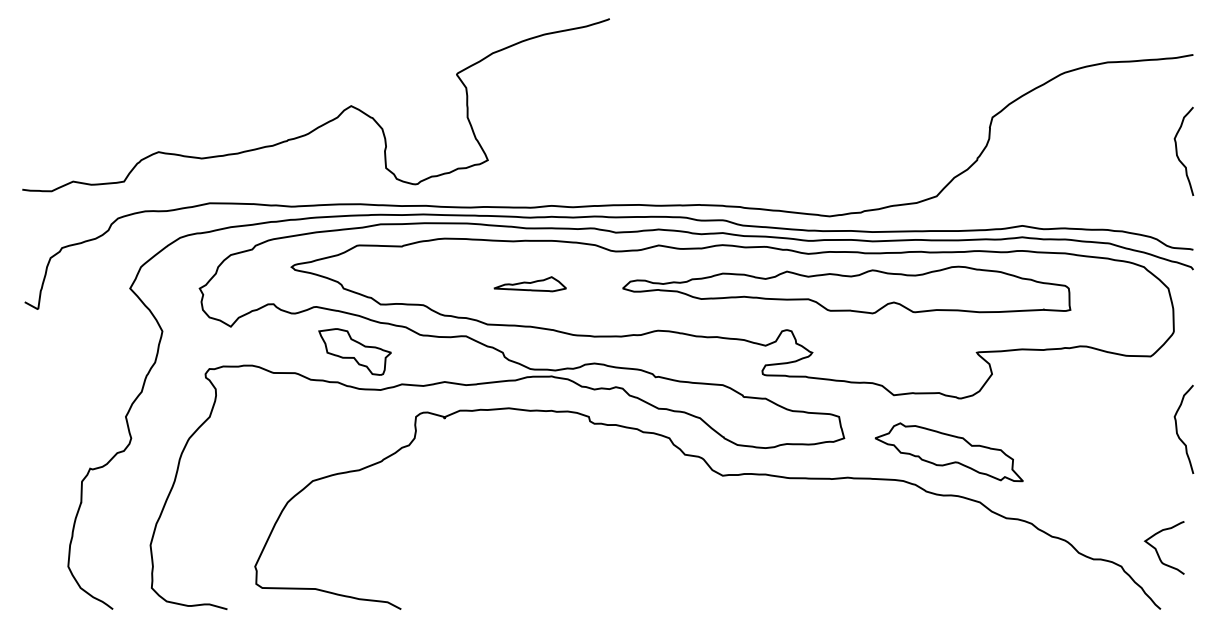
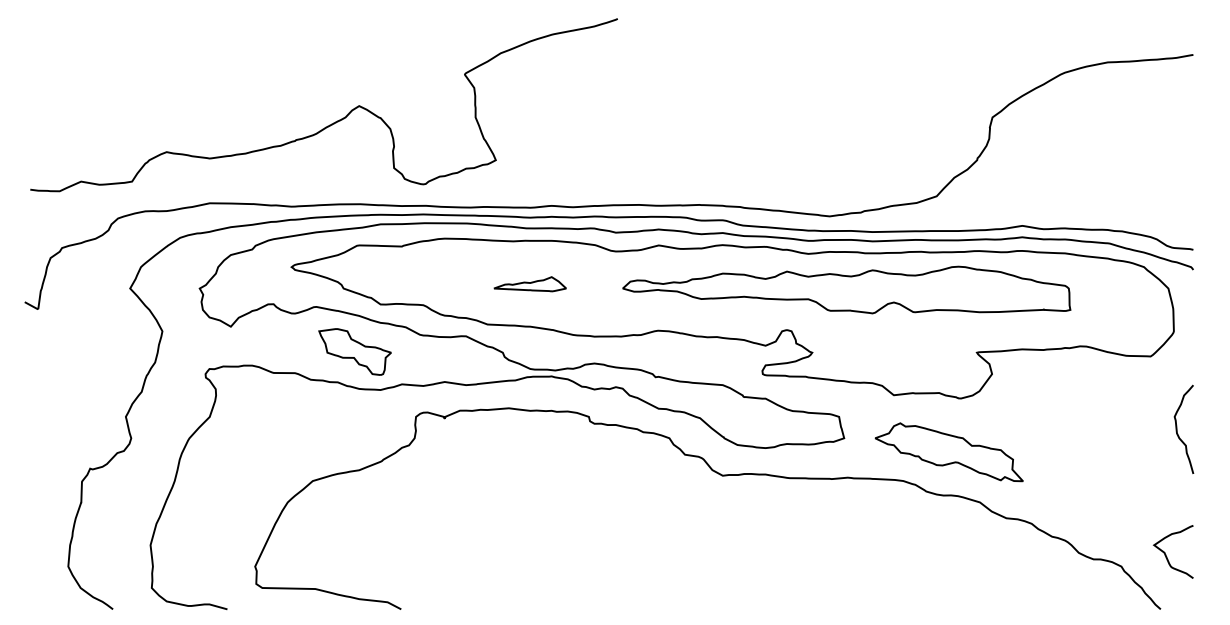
curve at (323, 123) position: (323, 123) -> (331, 123)
curve at (1177, 150): present -> none
curve at (1157, 550) position: (1157, 550) -> (1166, 554)
